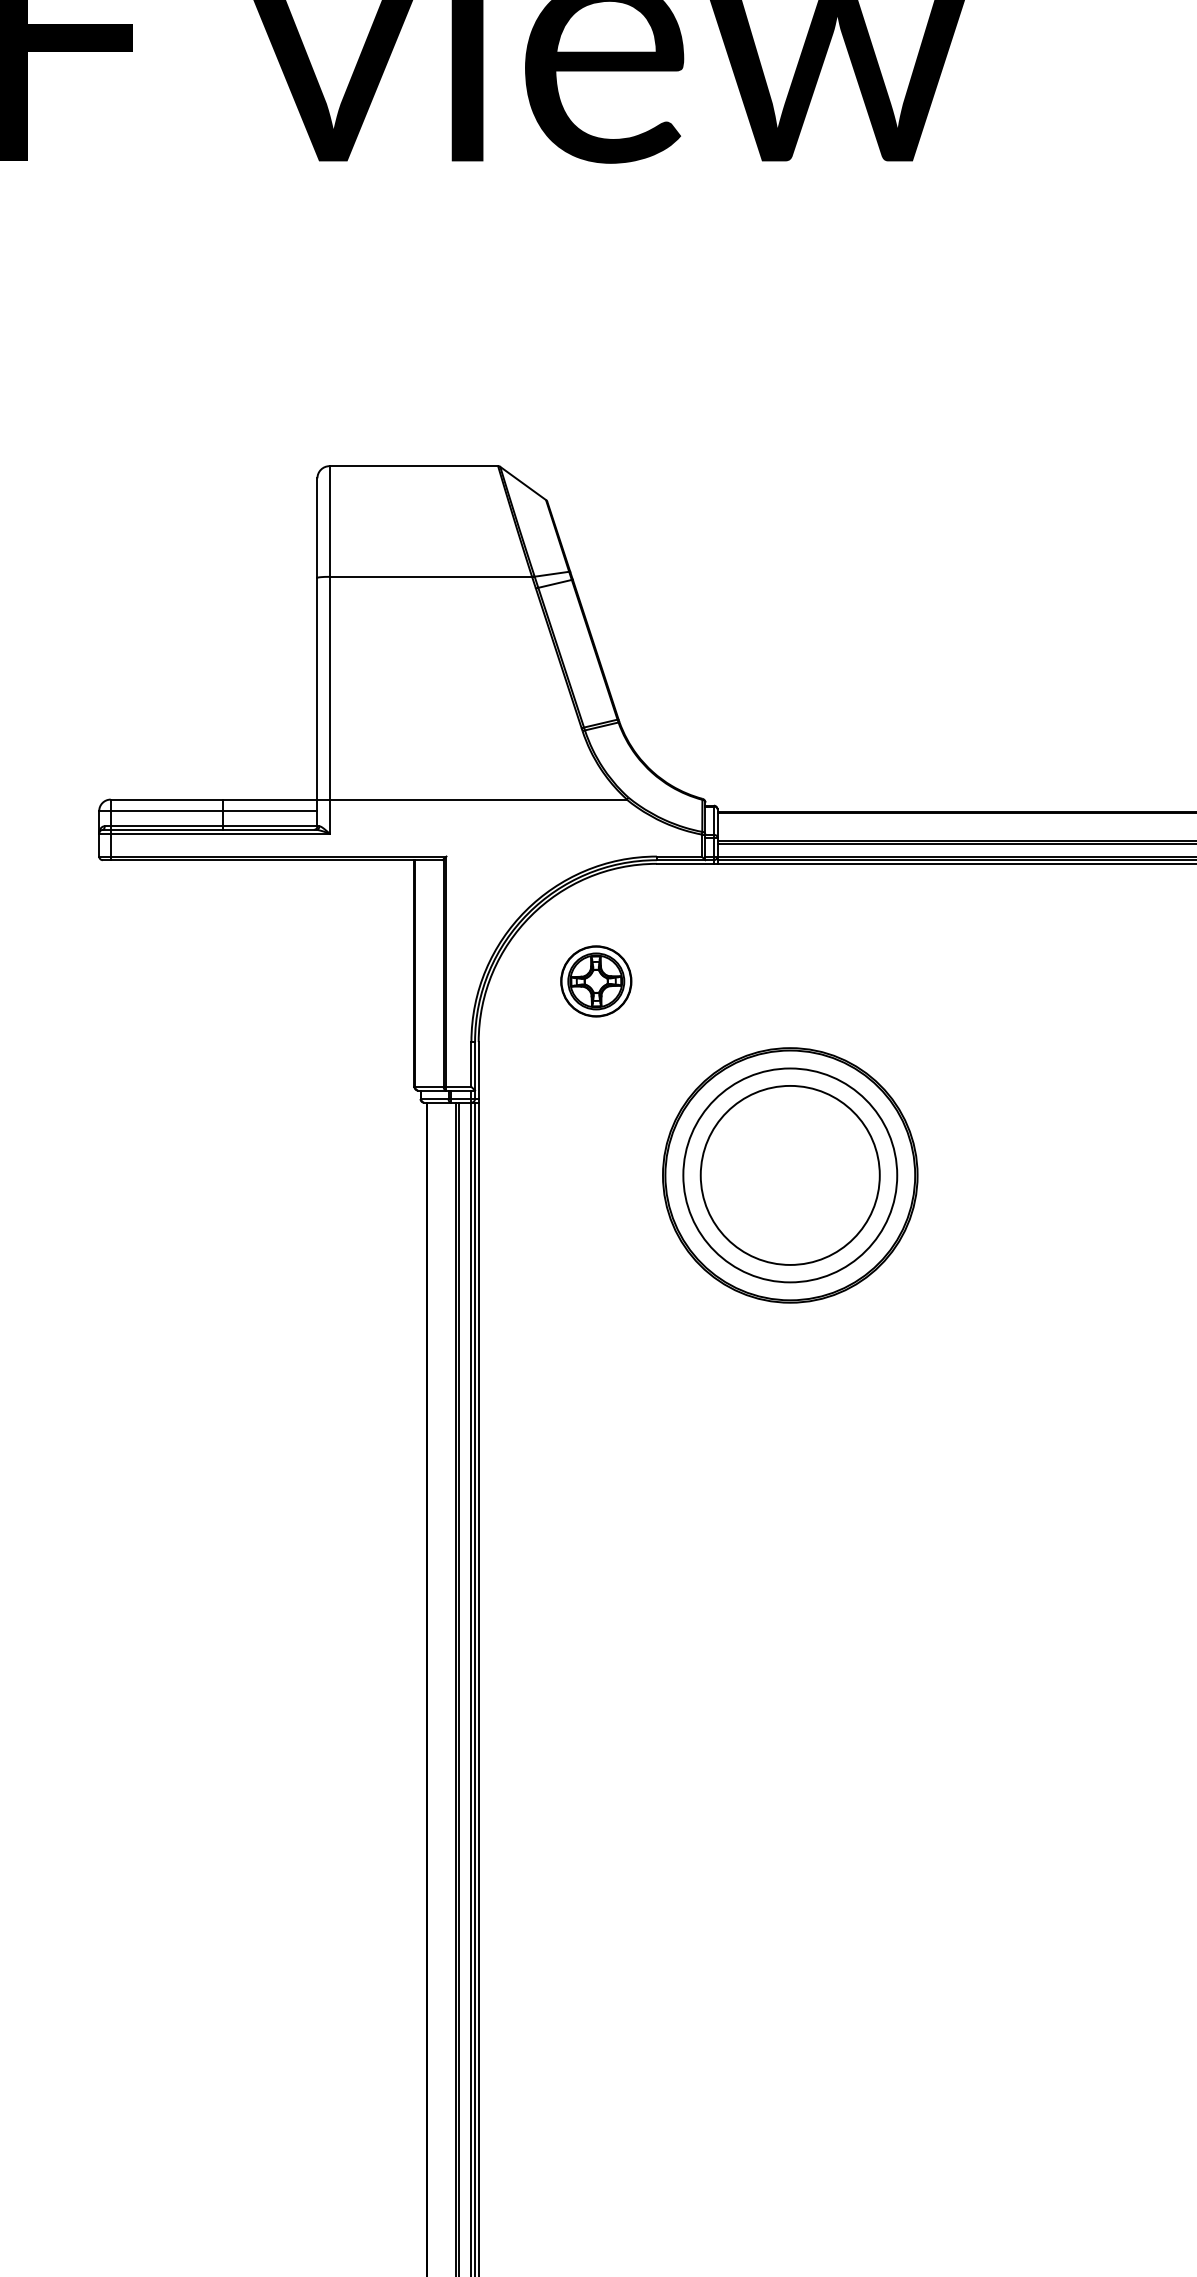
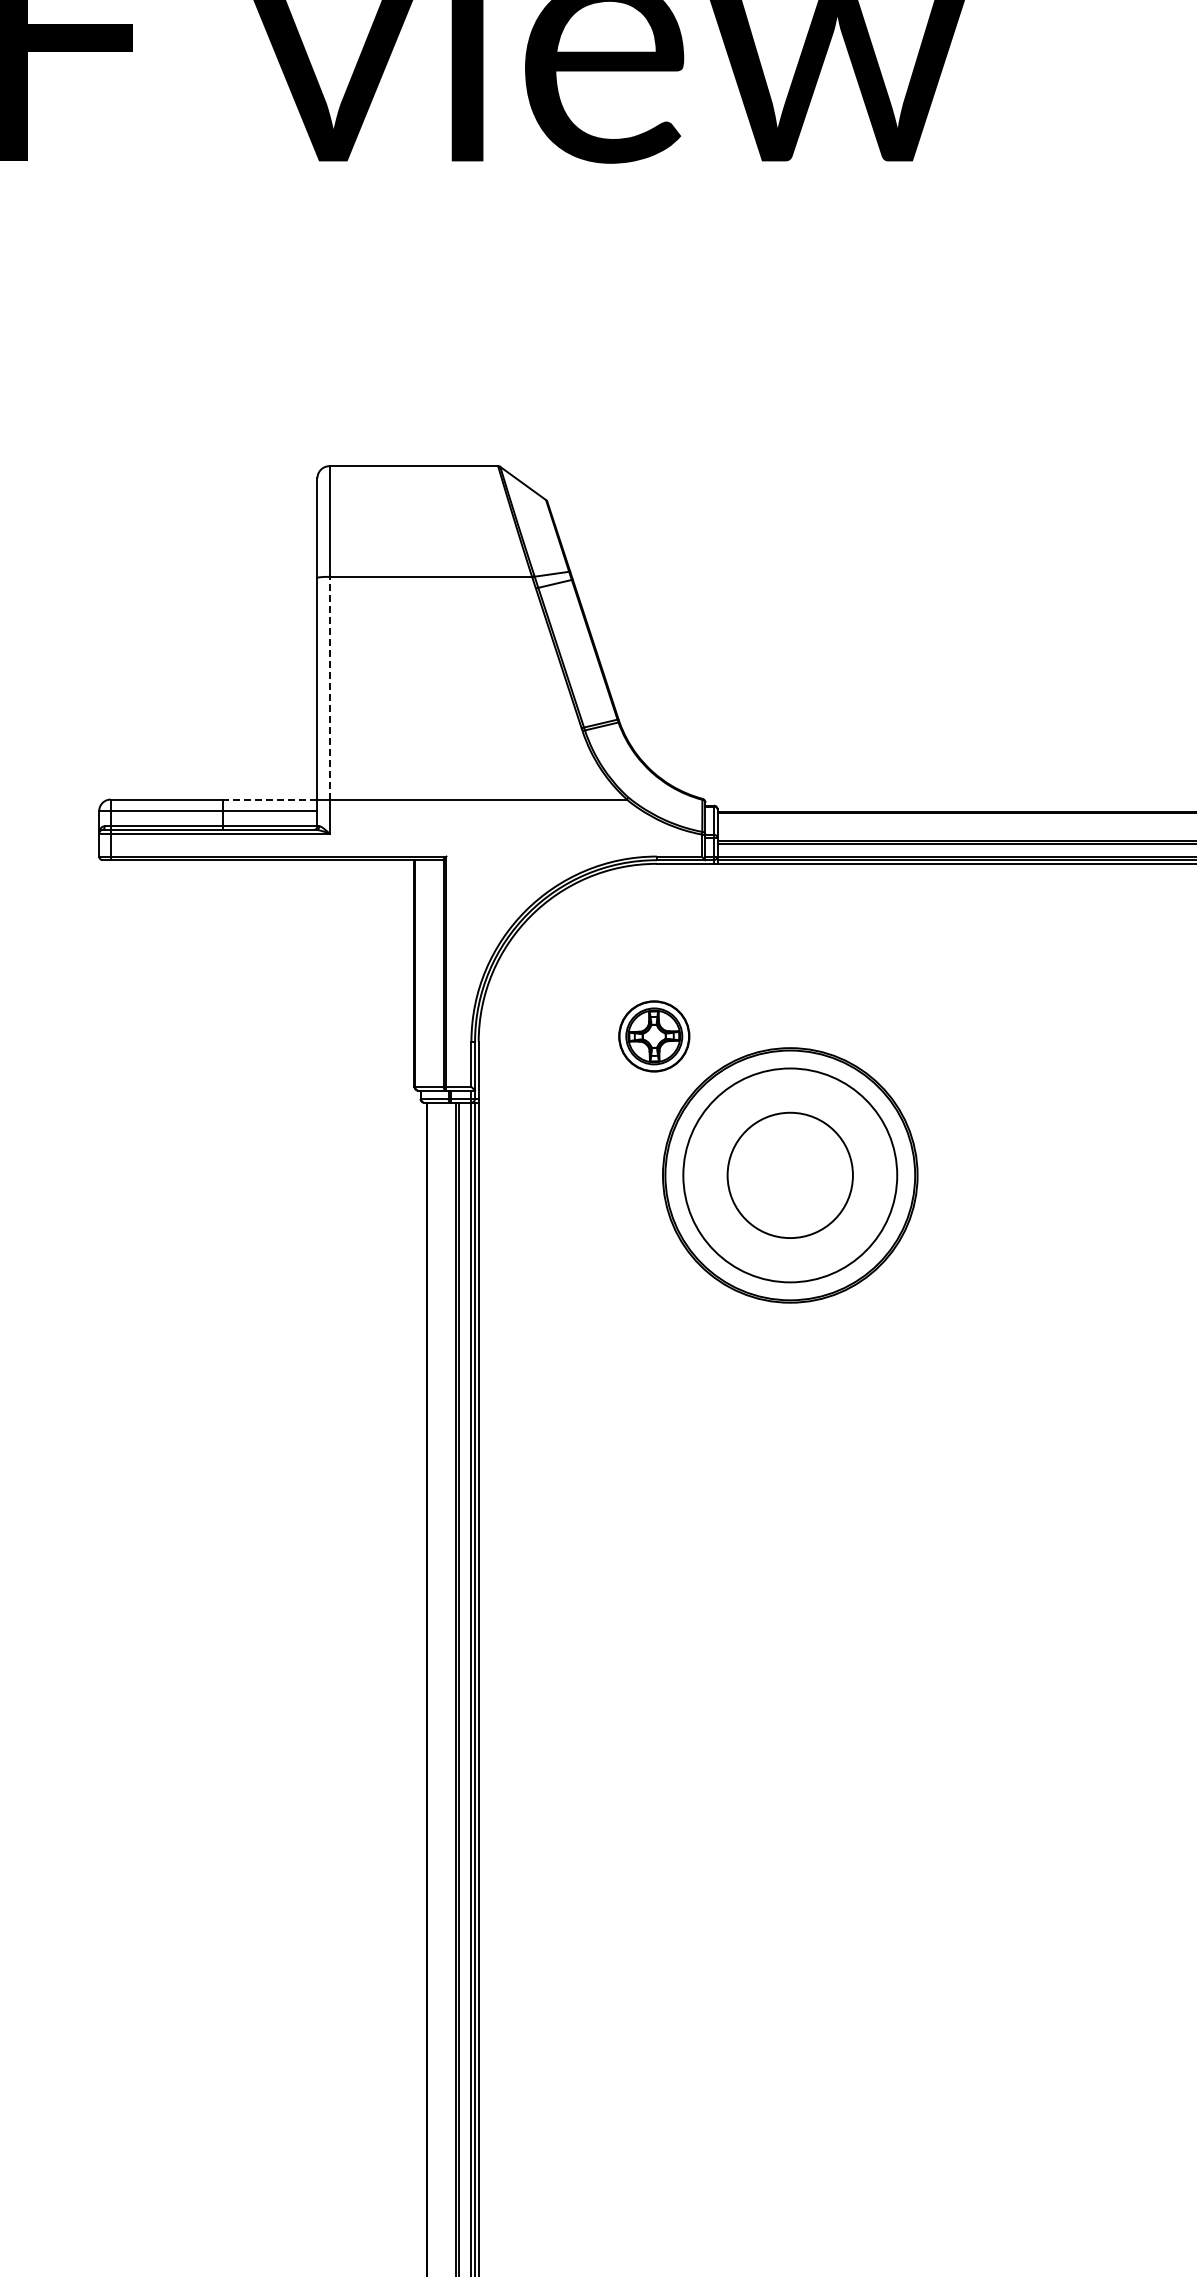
line at (329, 687): solid -> dashed
line at (270, 799): solid -> dashed
part at (596, 981) position: (596, 981) -> (654, 1036)
circle at (789, 1174) diameter: 179 px -> 125 px
